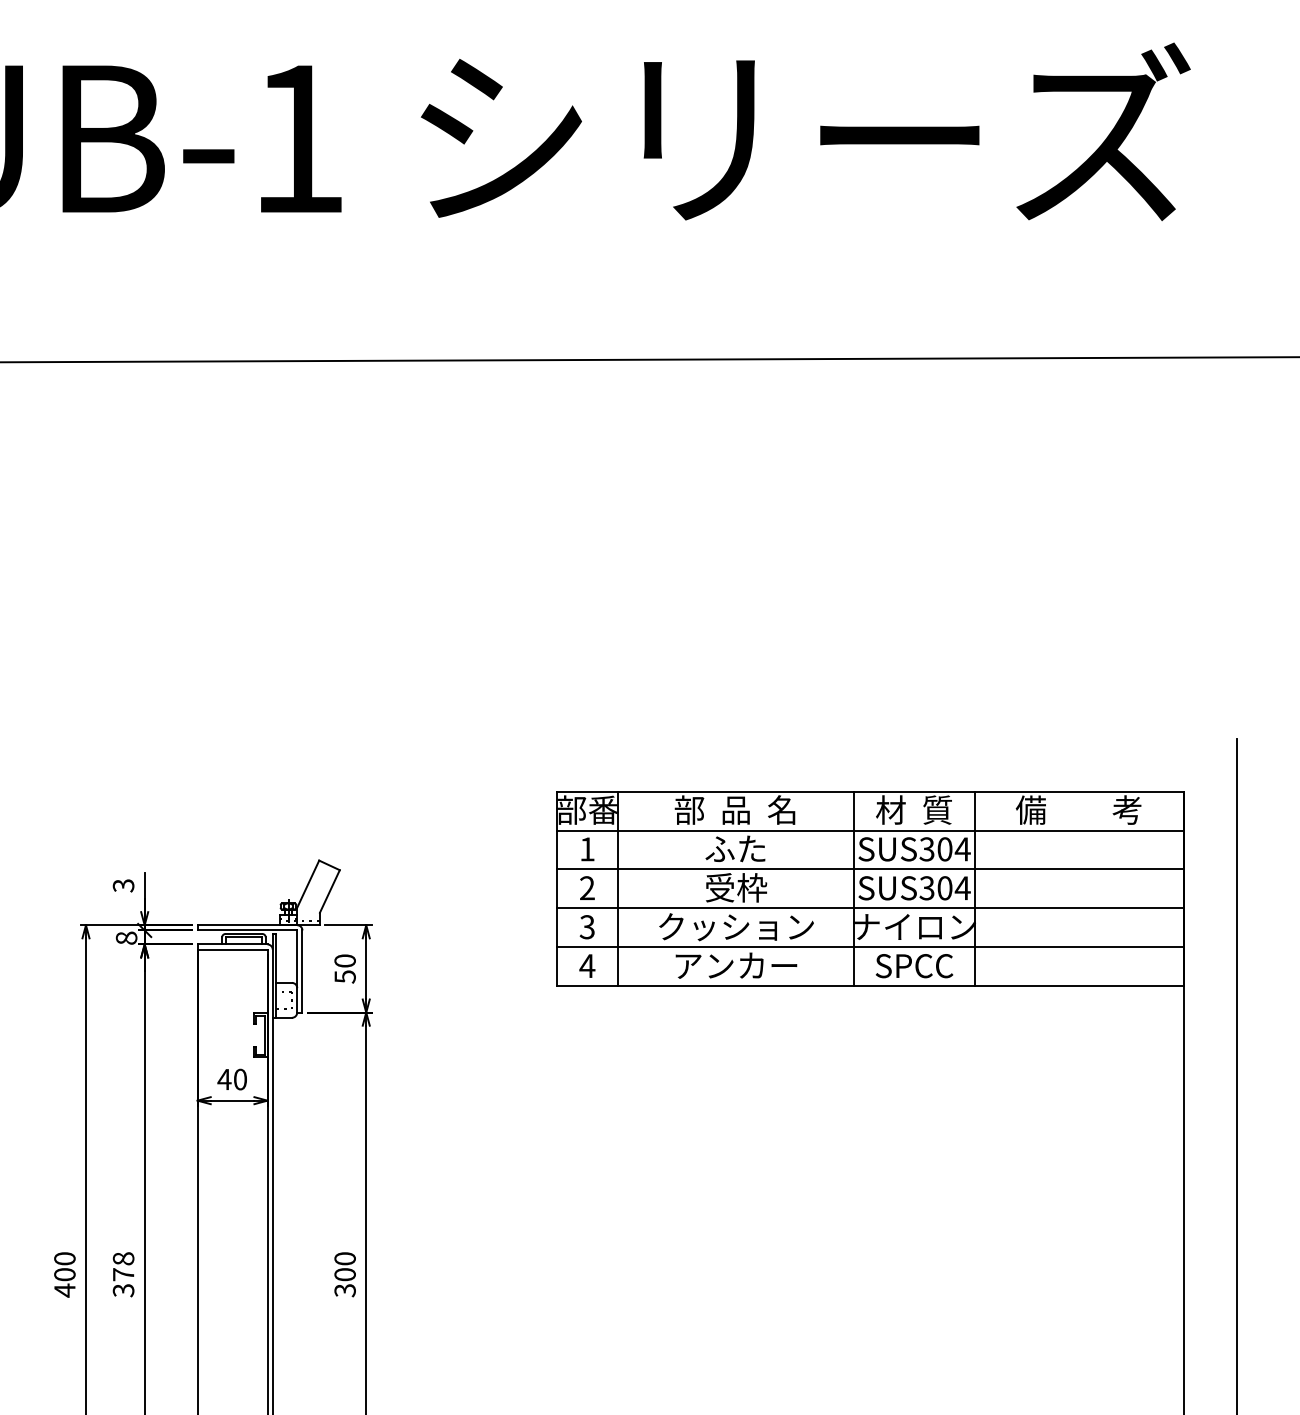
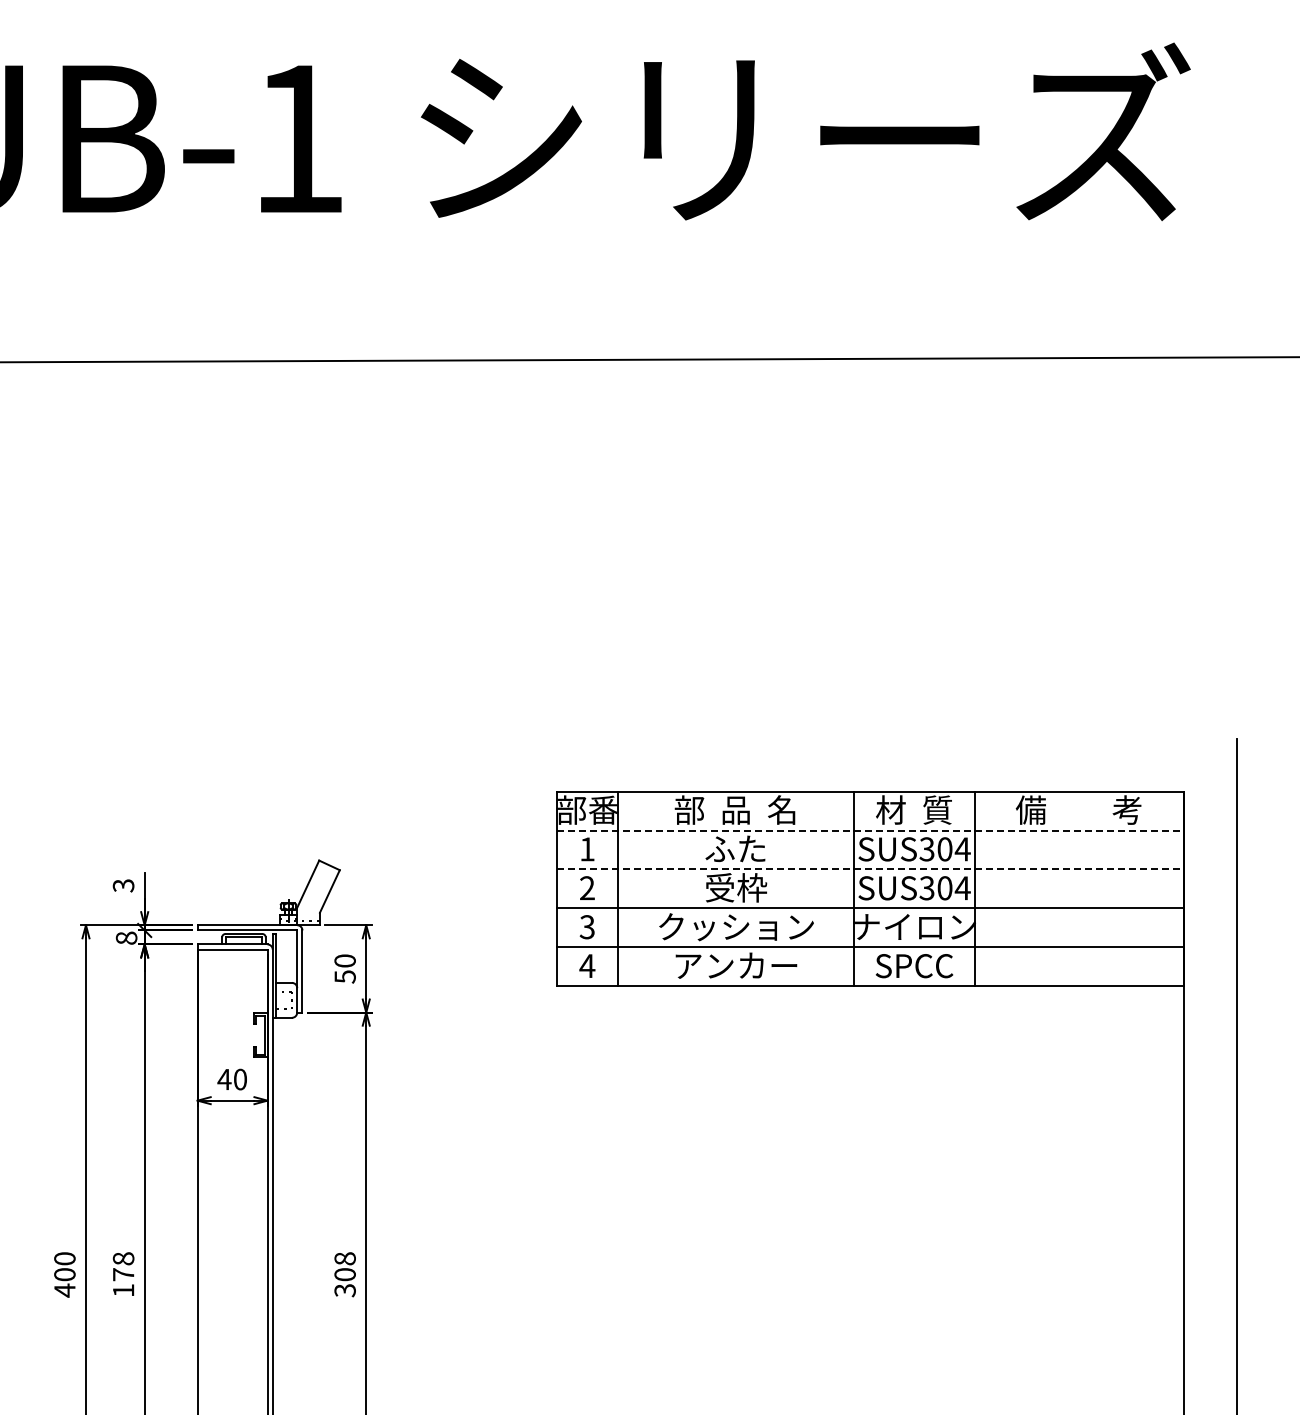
line at (870, 830): solid -> dashed
line at (870, 869): solid -> dashed
text at (345, 1258): 300 -> 308
text at (123, 1290): 378 -> 178
